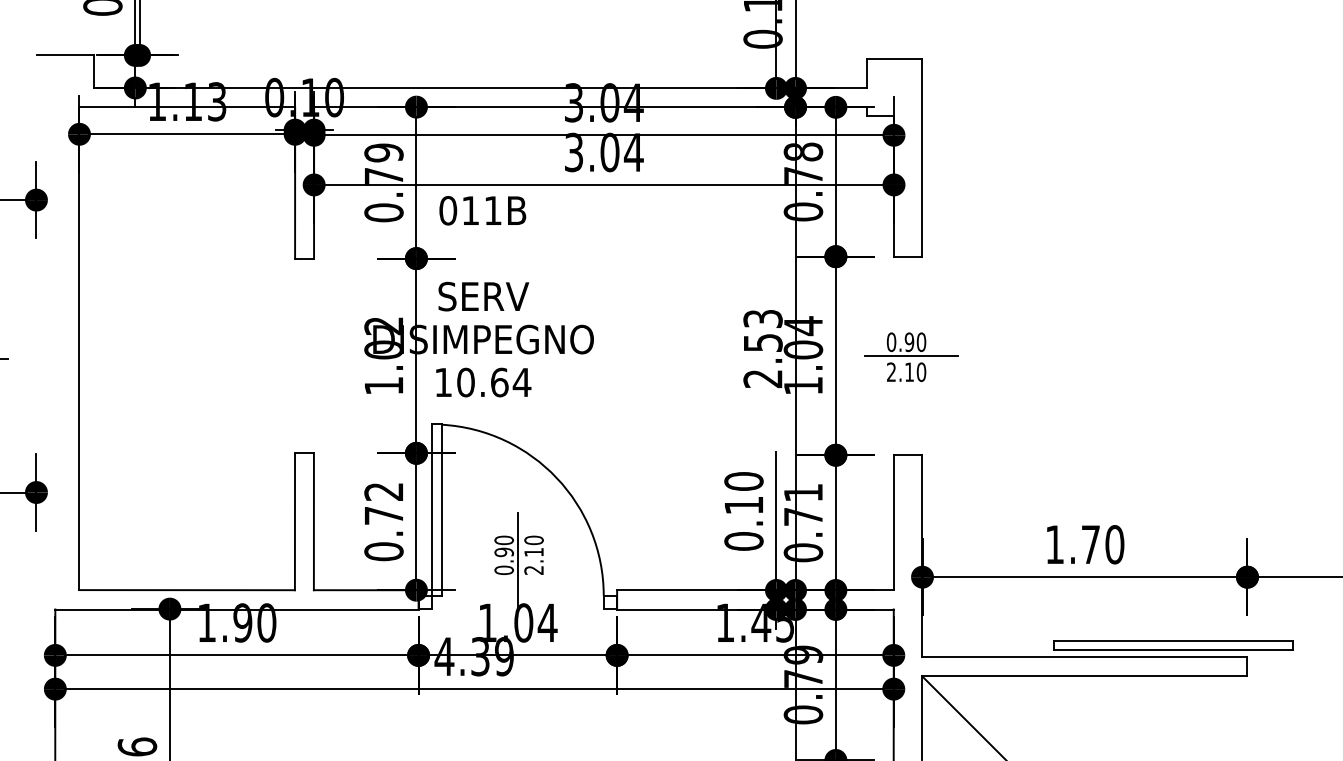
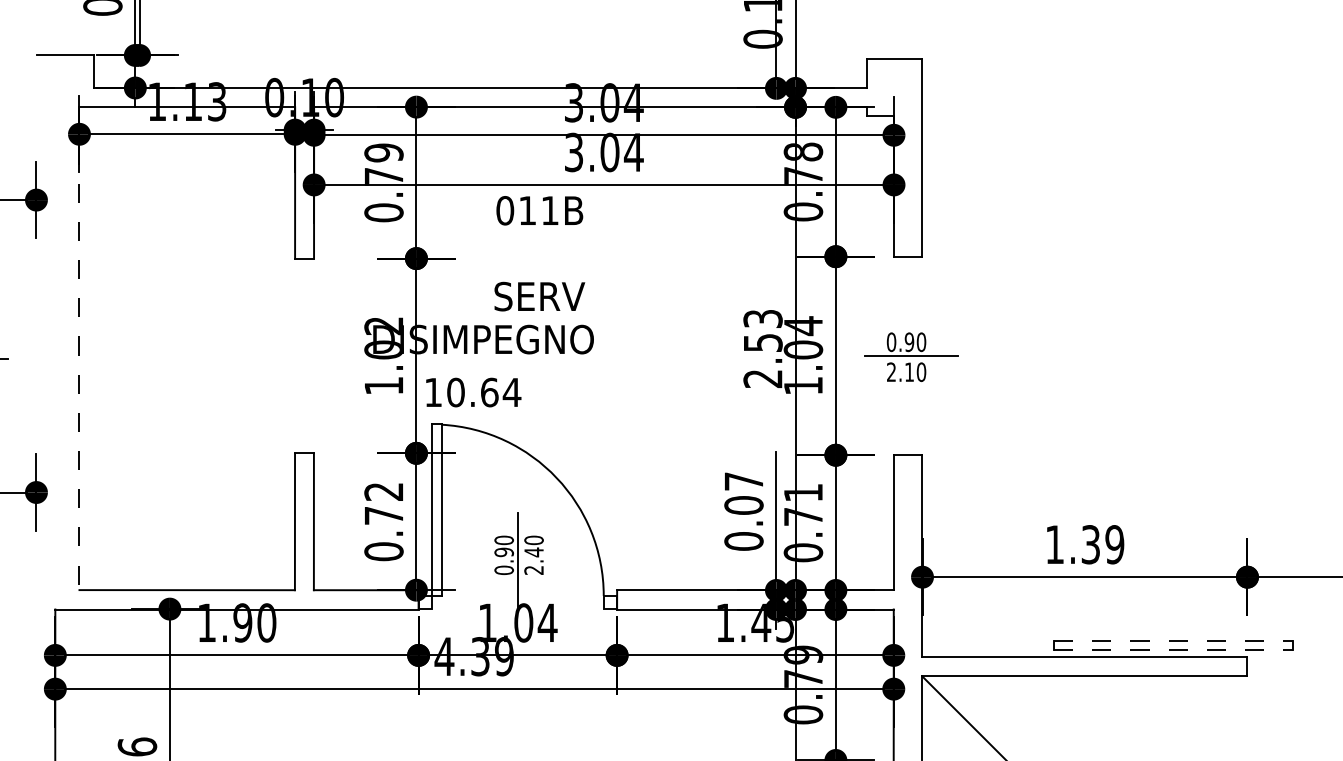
text at (482, 210) position: (482, 210) -> (539, 210)
text at (483, 296) position: (483, 296) -> (539, 296)
line at (79, 349): solid -> dashed
text at (483, 382) position: (483, 382) -> (473, 392)
text at (743, 493): 0.10 -> 0.07
text at (1102, 544): 1.70 -> 1.39
text at (533, 552): 2.10 -> 2.40
line at (1173, 640): solid -> dashed
line at (1173, 650): solid -> dashed
